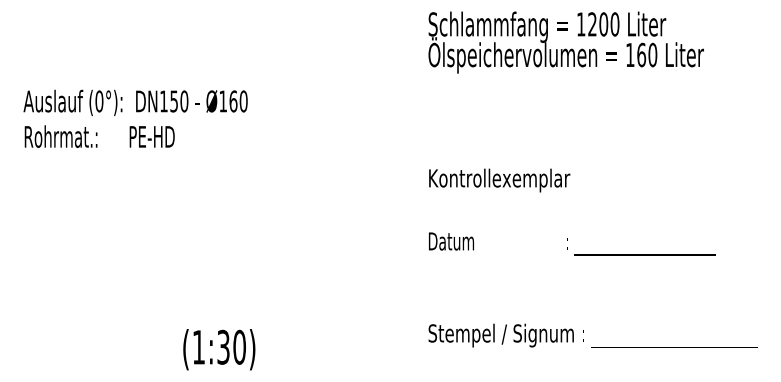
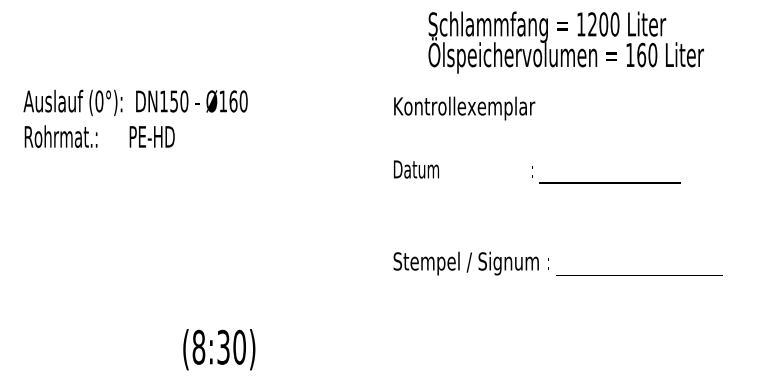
text at (592, 257) position: (592, 257) -> (557, 185)
text at (198, 346): (1:30) -> (8:30)
